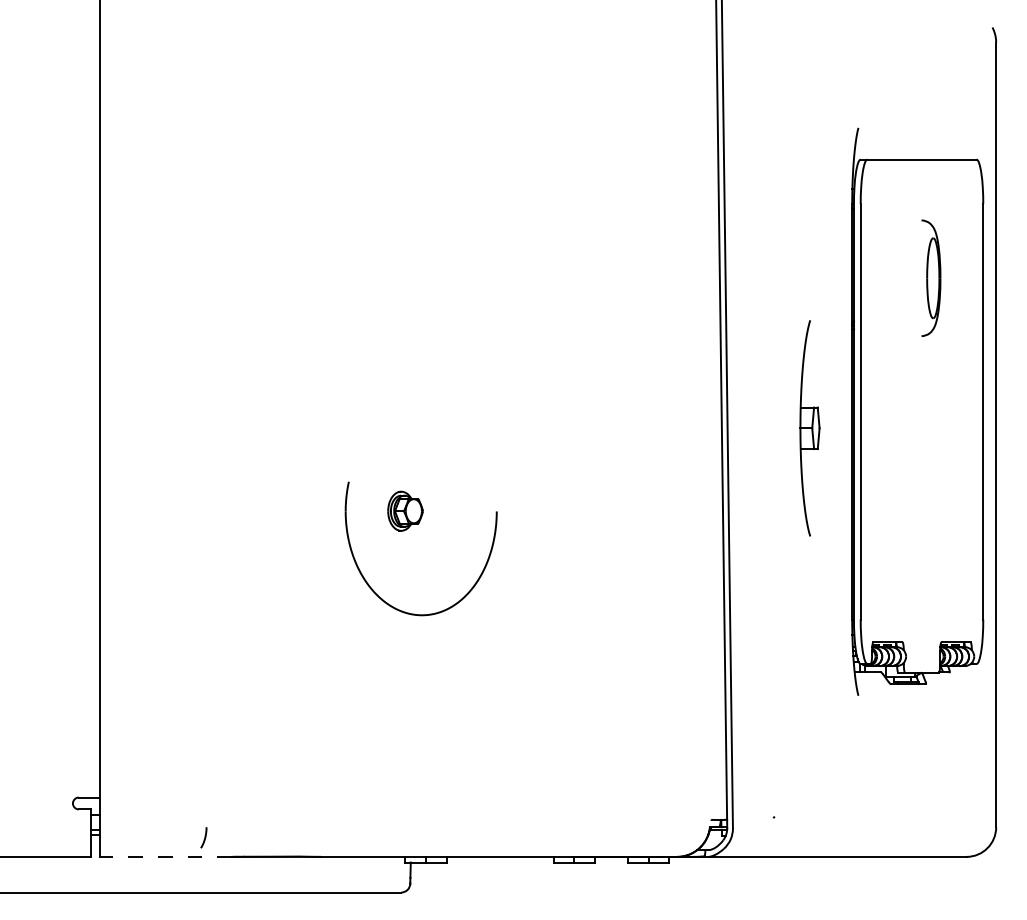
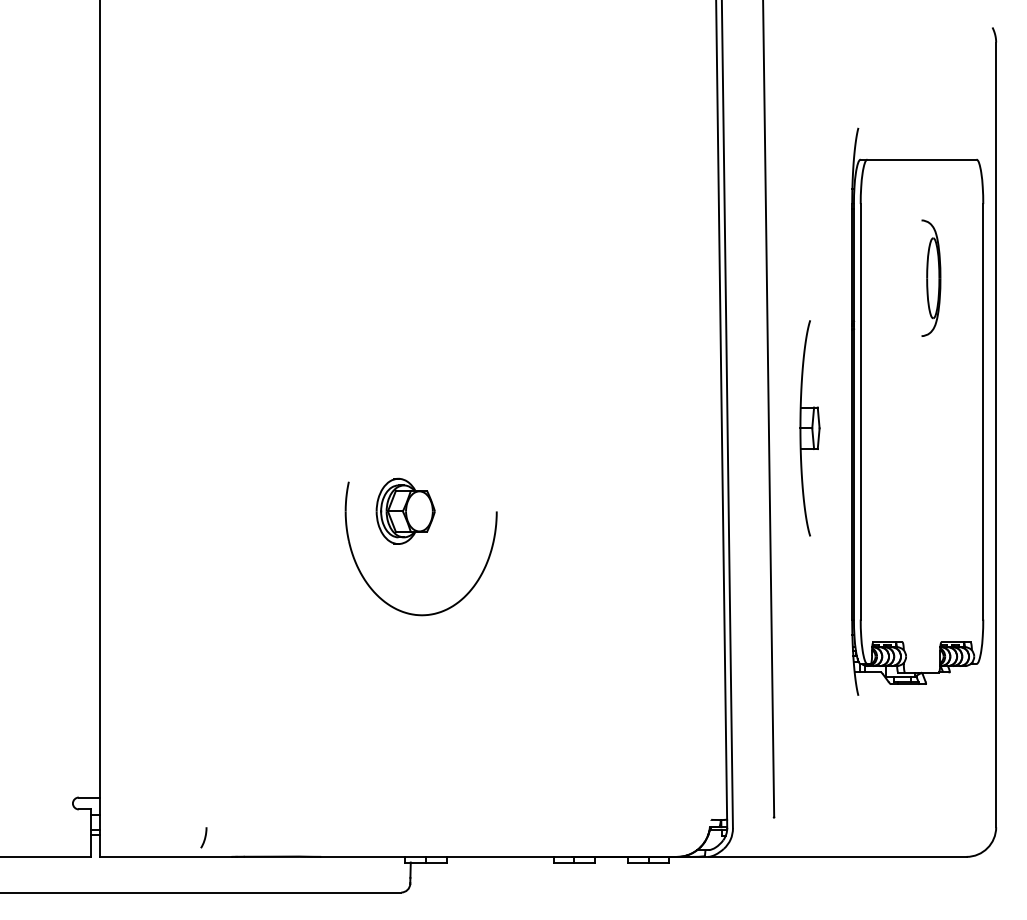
line at (768, 409): none -> present
part at (405, 510) size: 37x42 px -> 61x68 px
line at (165, 856): dashed -> solid
